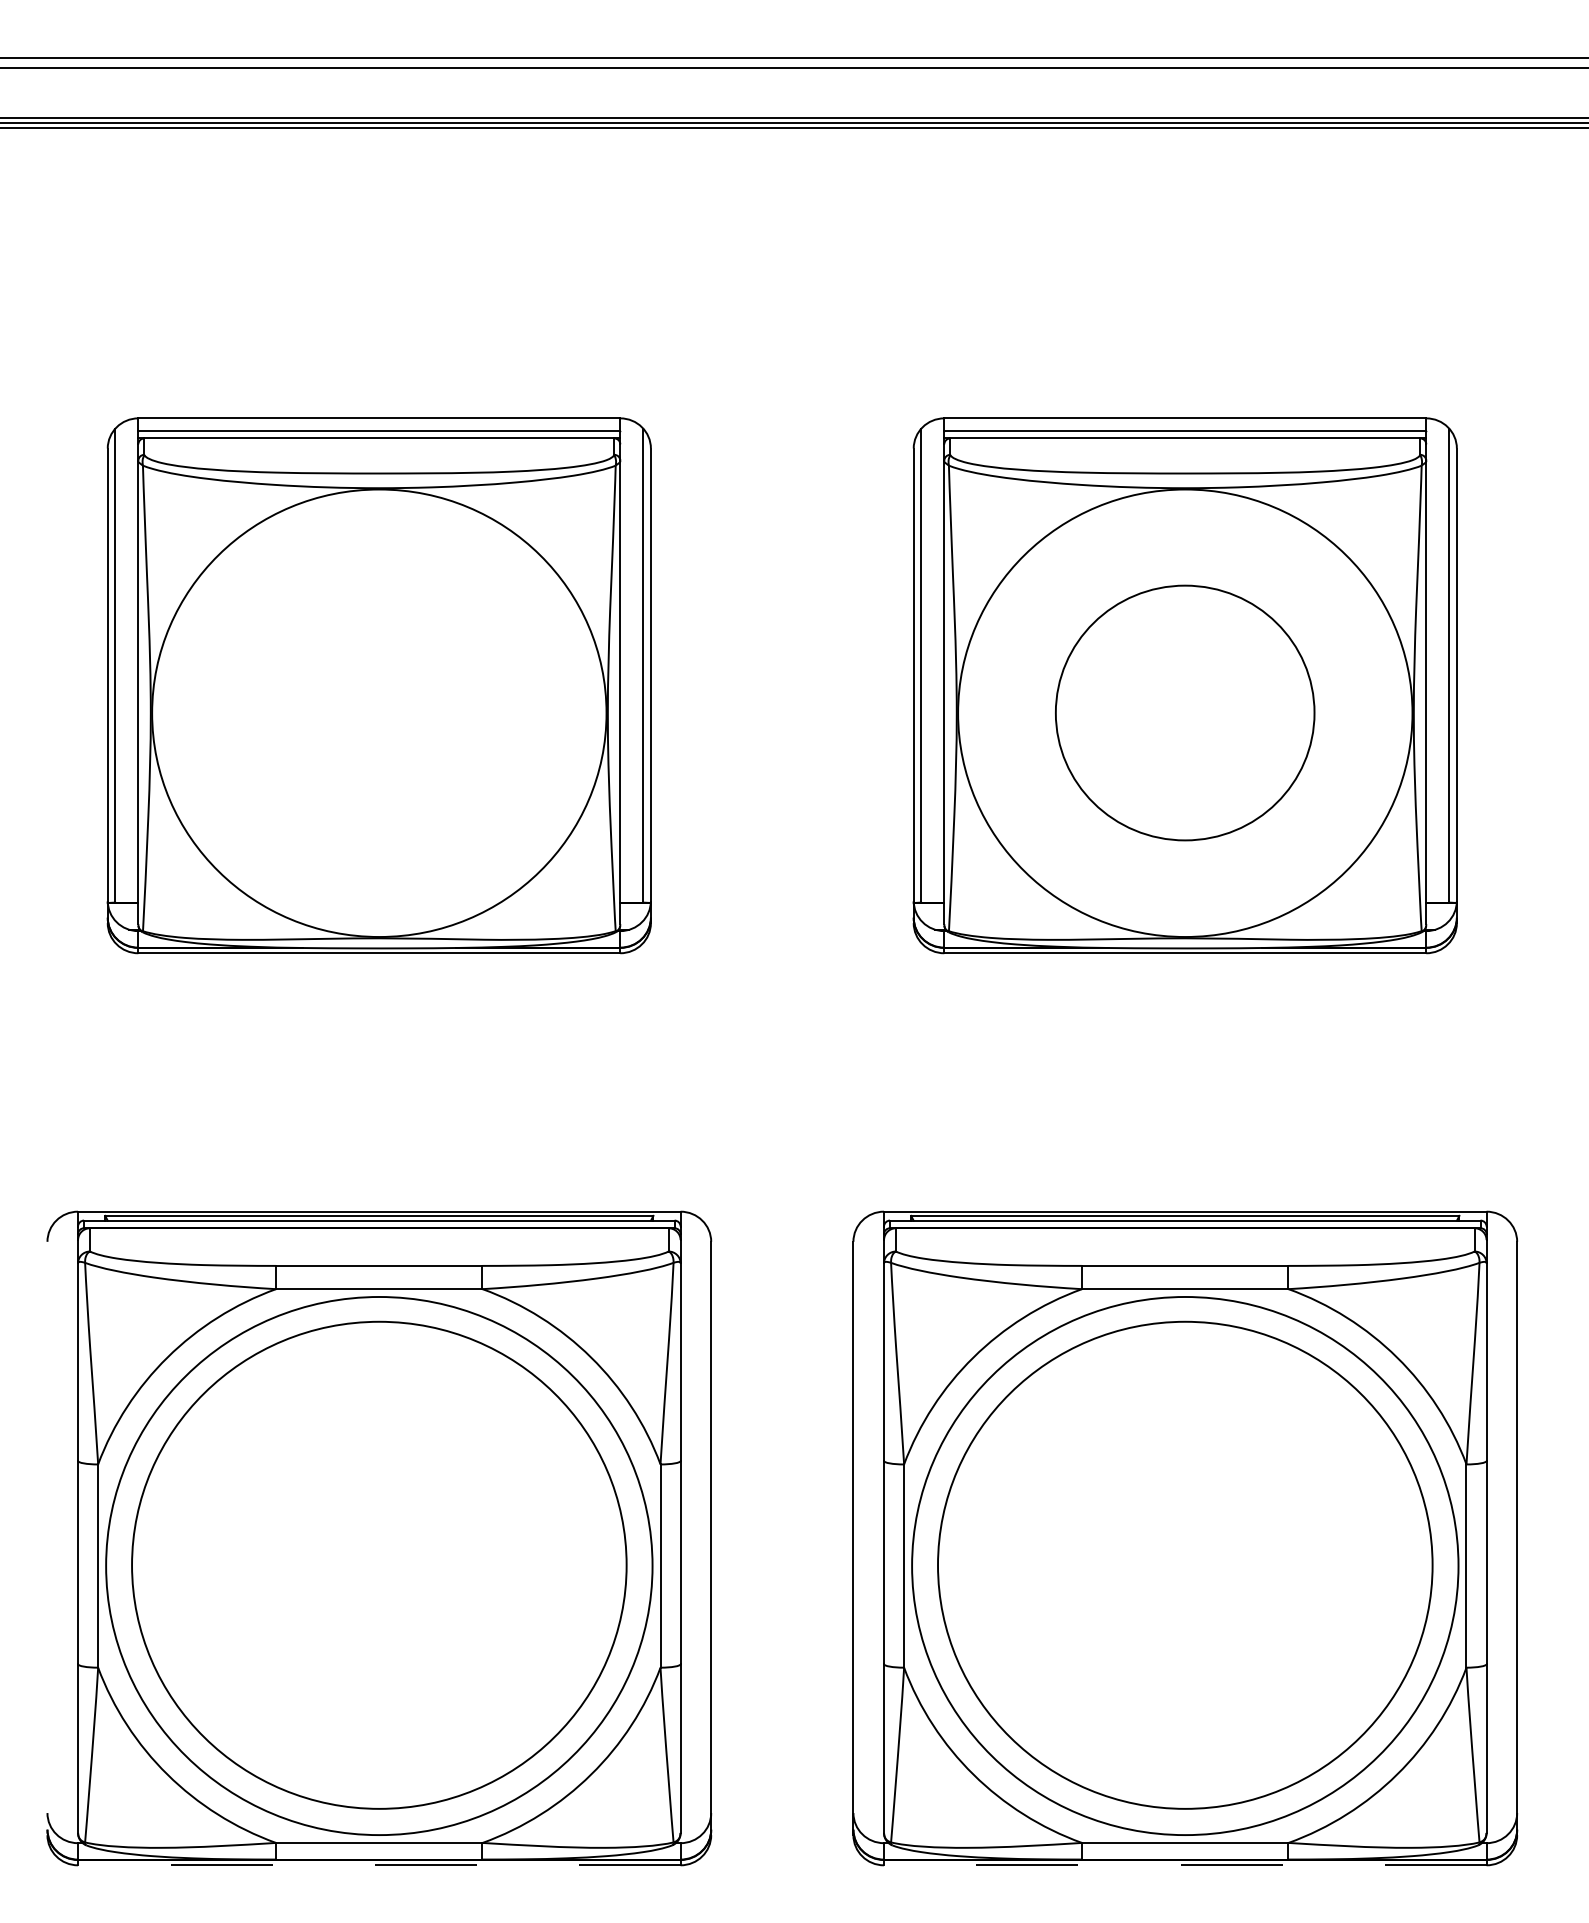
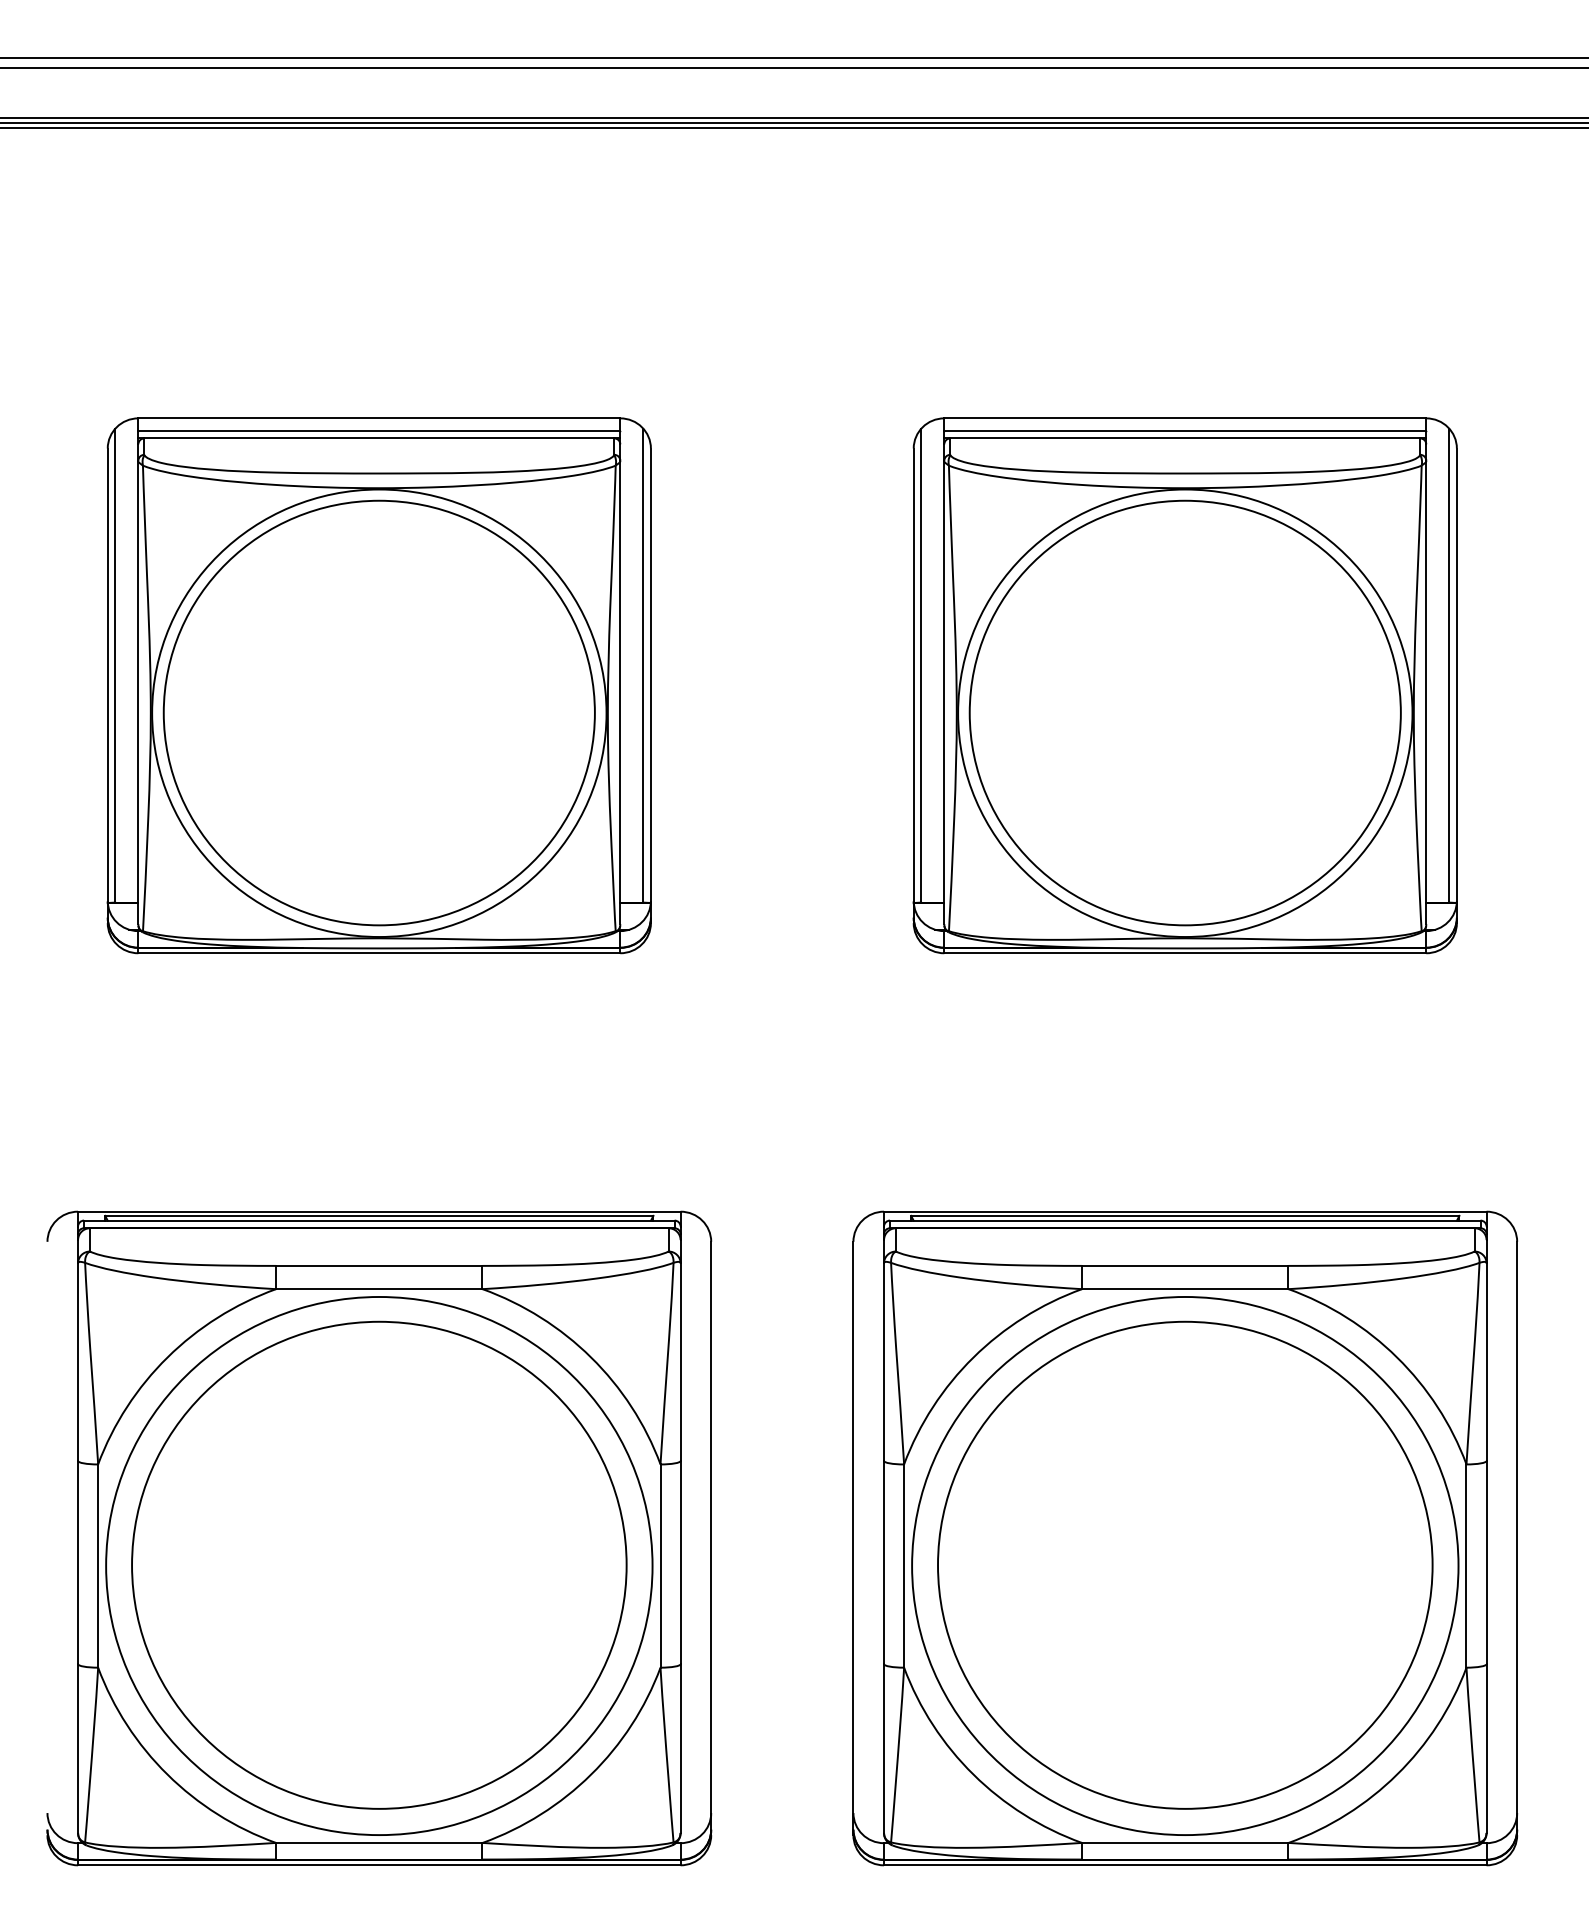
part at (378, 712): none -> present
part at (1185, 712) size: 261x258 px -> 434x428 px
line at (378, 1865): dashed -> solid
line at (1184, 1865): dashed -> solid
